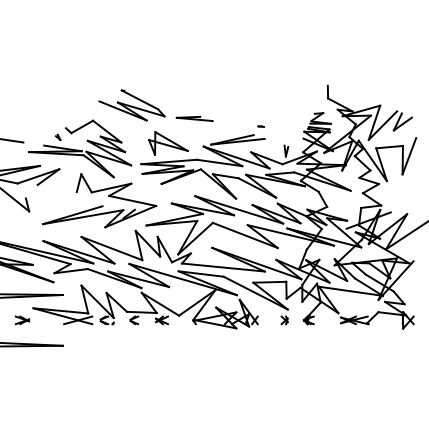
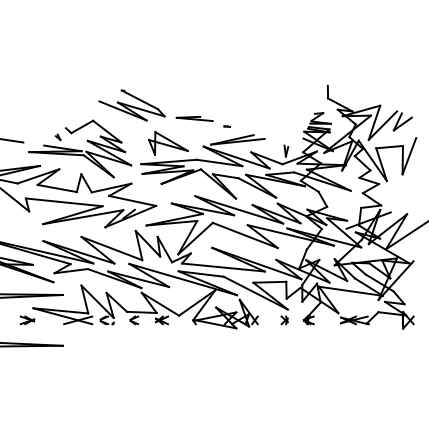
part at (260, 126) position: (260, 126) -> (226, 126)
line at (56, 188): none -> present
line at (63, 202): none -> present
part at (22, 320) position: (22, 320) -> (27, 320)
